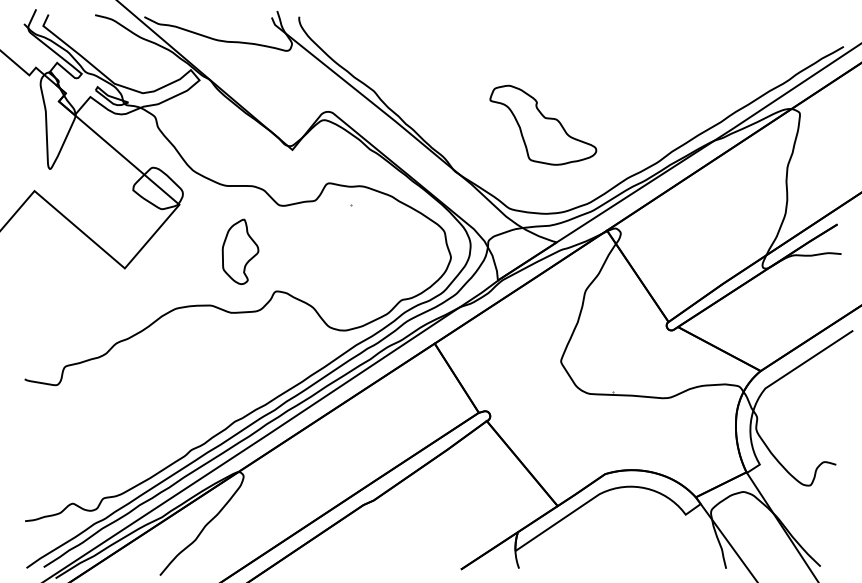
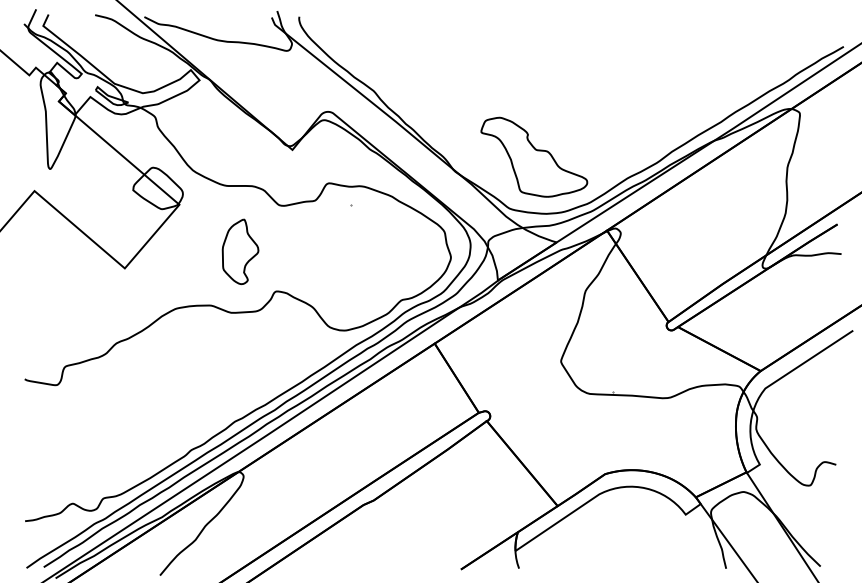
part at (543, 124) position: (543, 124) -> (534, 156)
